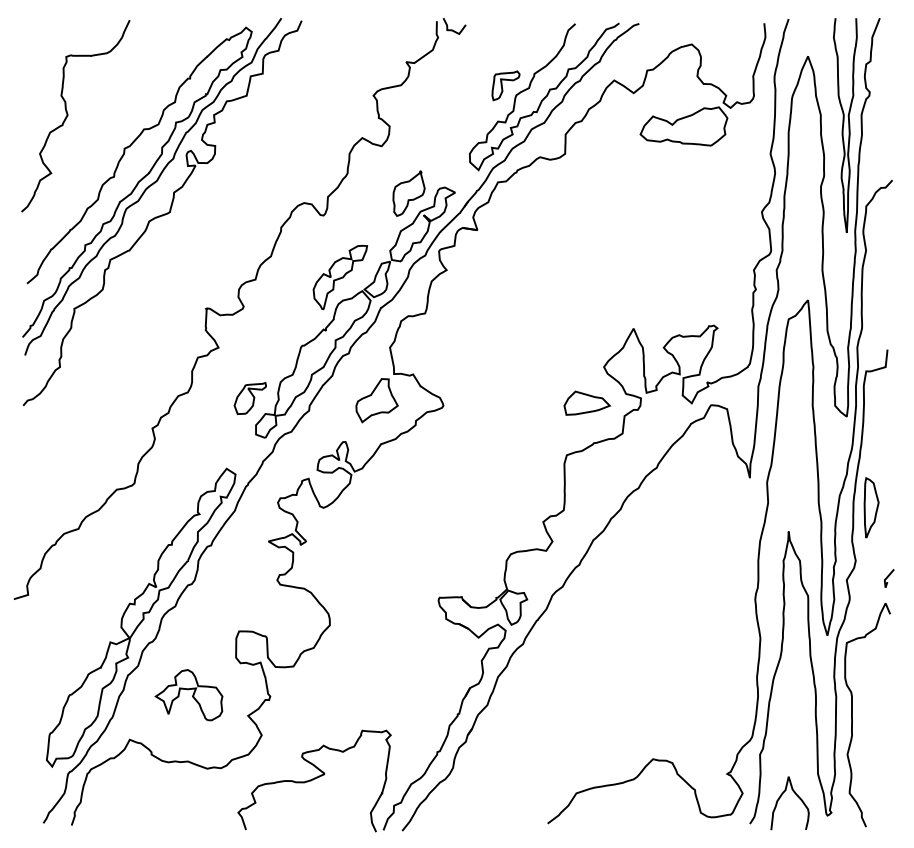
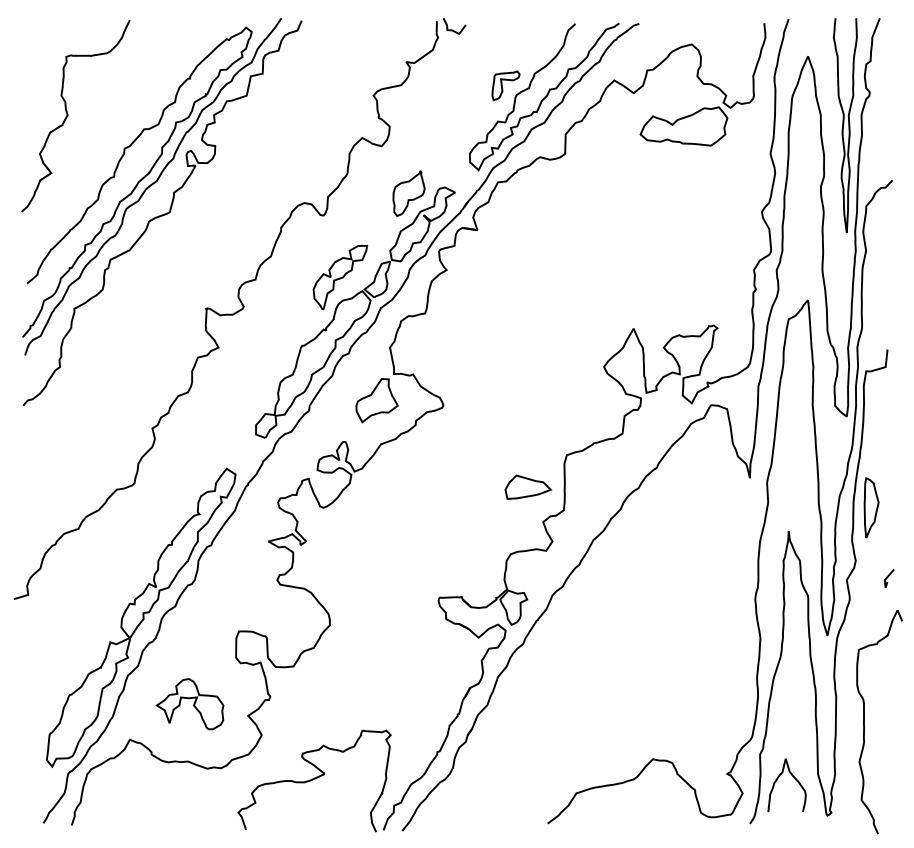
part at (249, 398): present -> none
part at (587, 402) position: (587, 402) -> (528, 486)
part at (188, 695) position: (188, 695) -> (189, 704)
curve at (852, 714) position: (852, 714) -> (864, 721)
curve at (797, 797) position: (797, 797) -> (794, 779)
